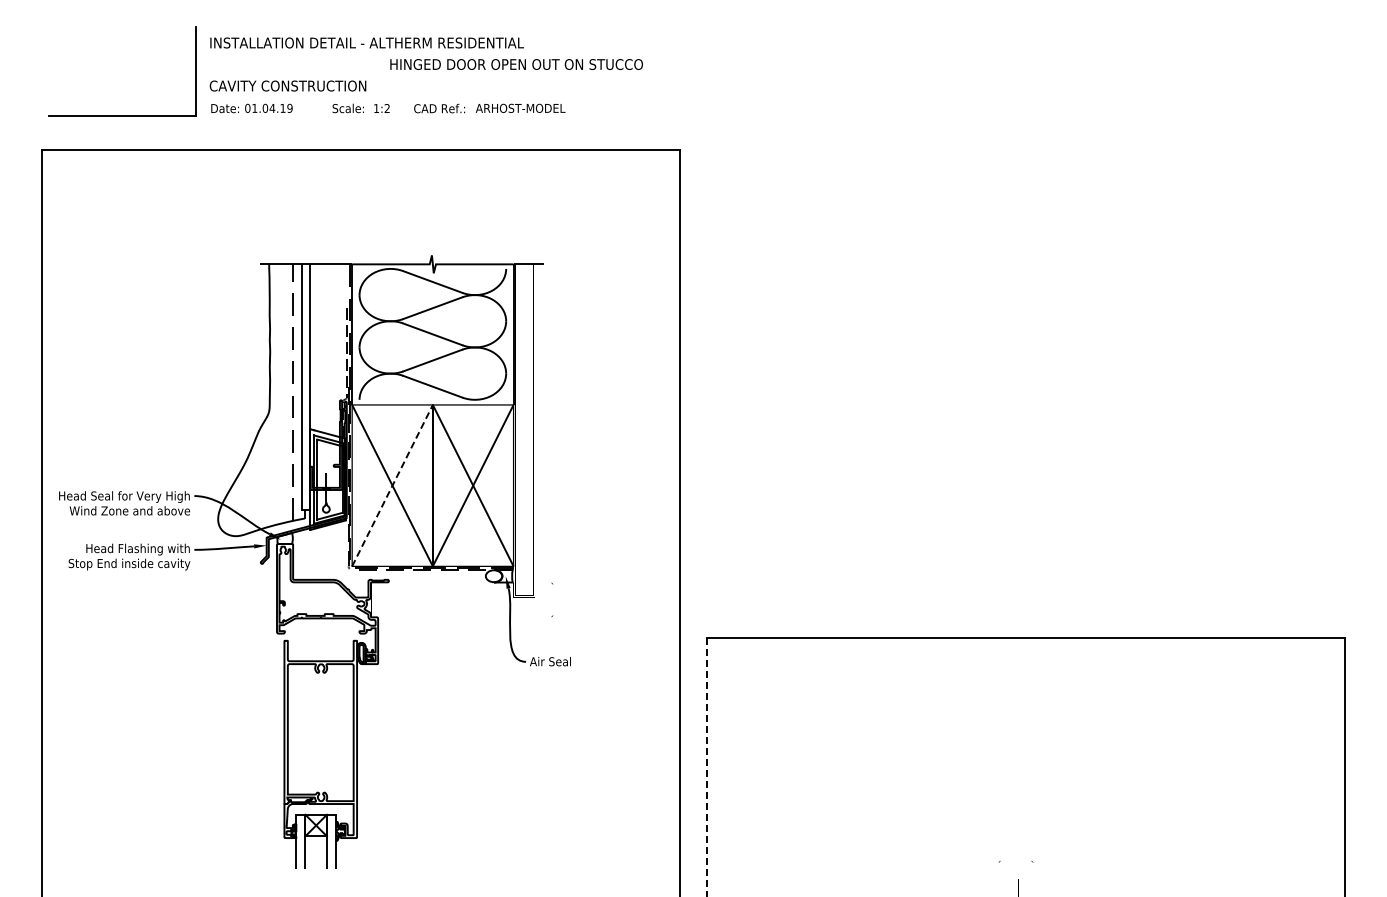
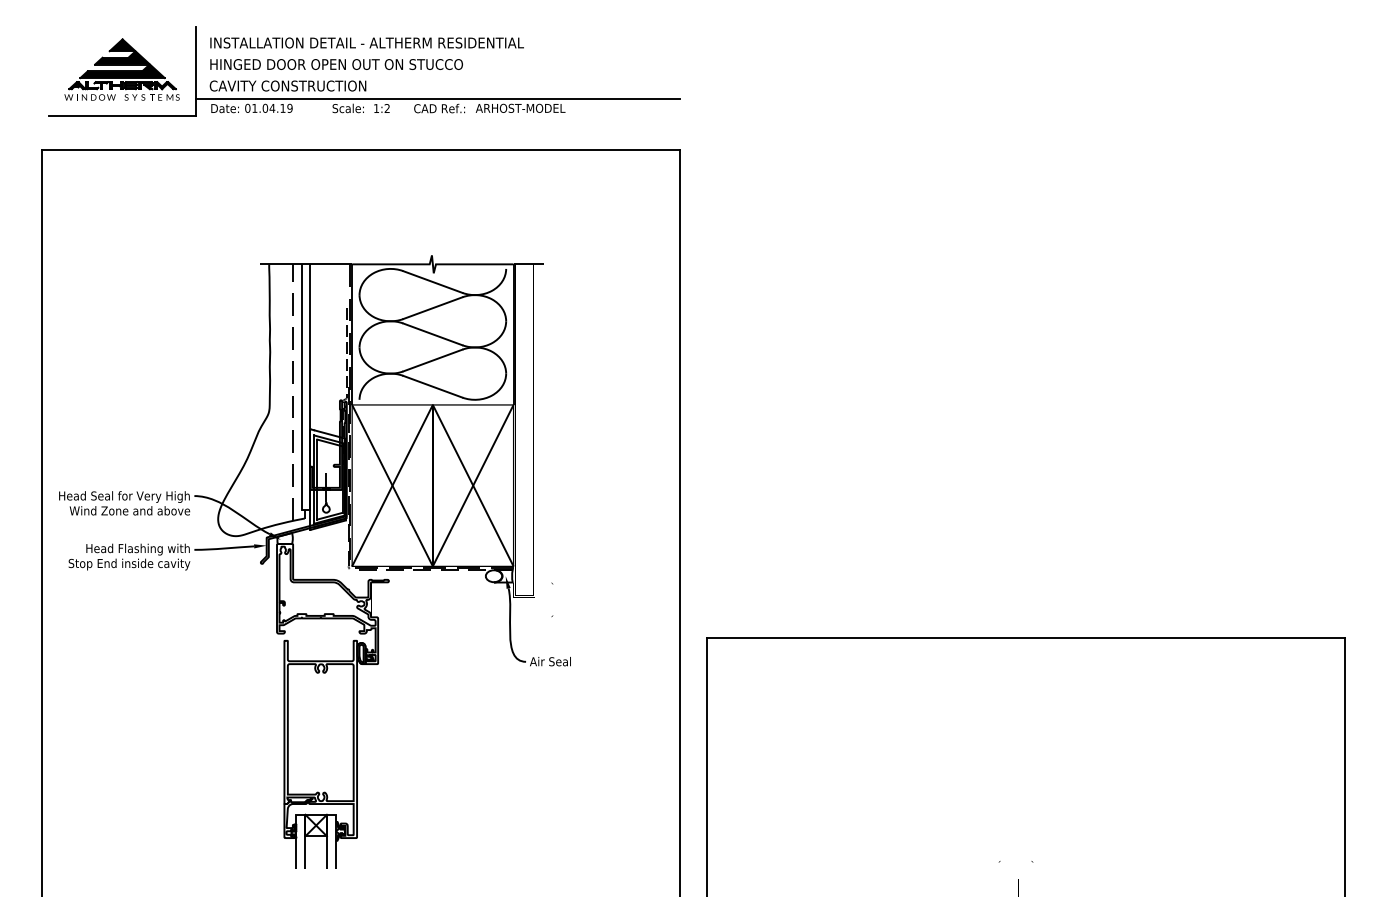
text at (516, 64) position: (516, 64) -> (336, 64)
part at (121, 69): none -> present
line at (437, 98): none -> present
line at (392, 485): dashed -> solid
line at (706, 767): dashed -> solid
